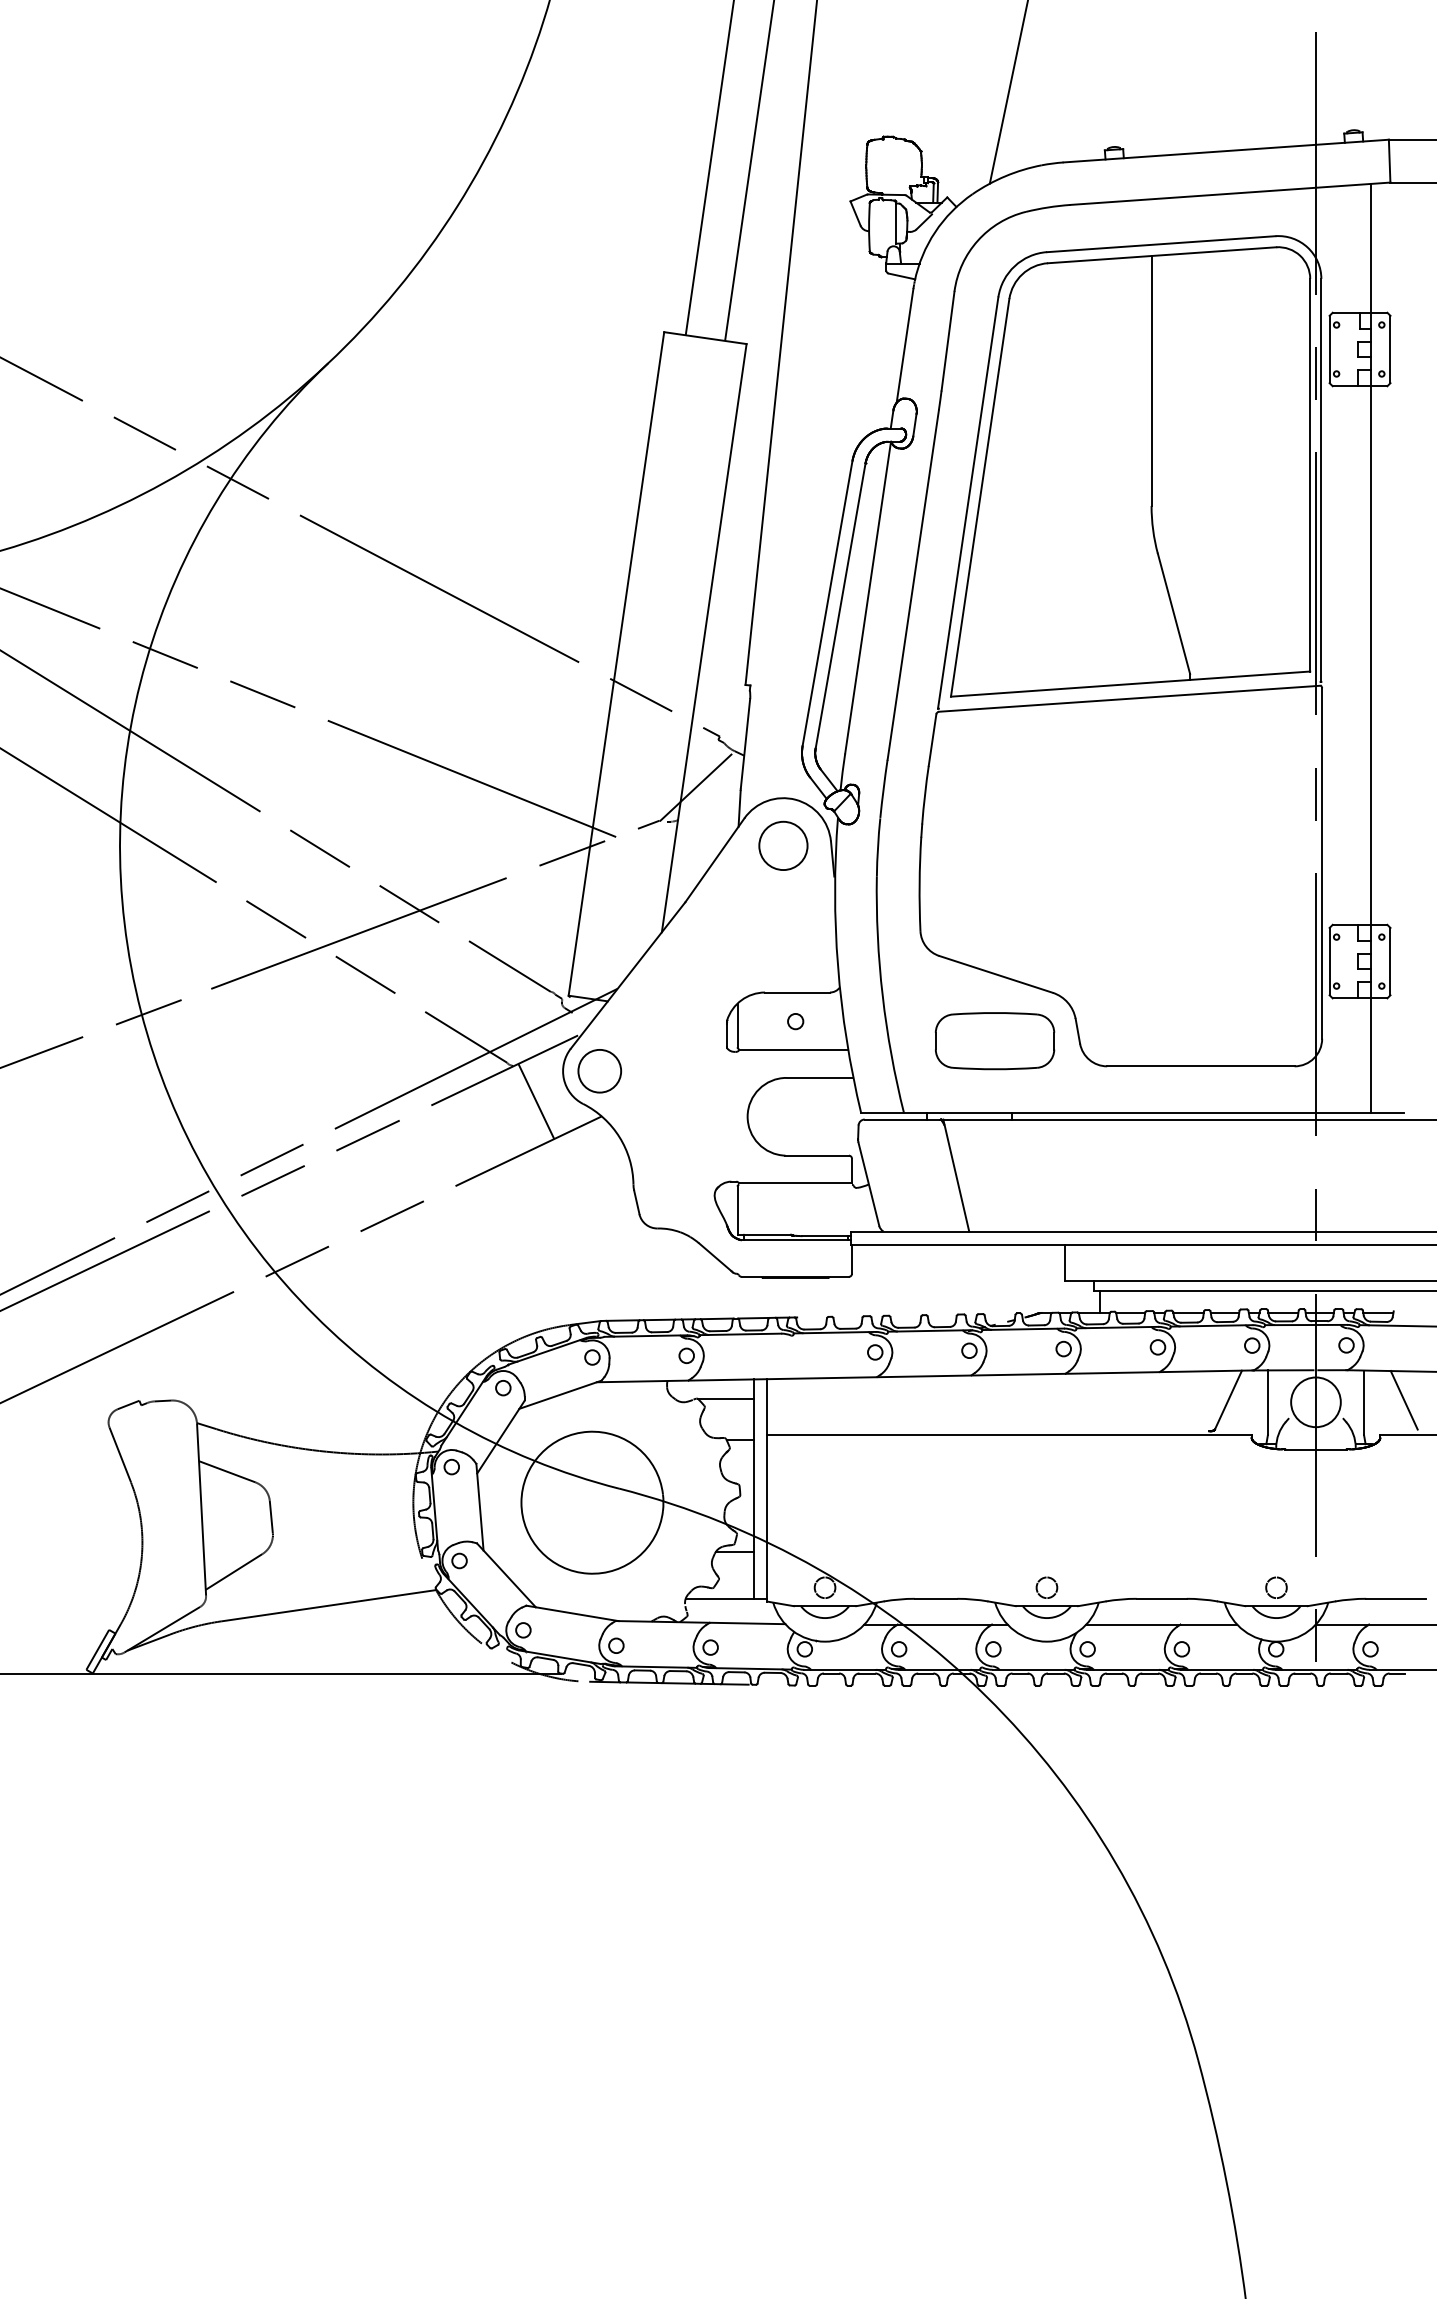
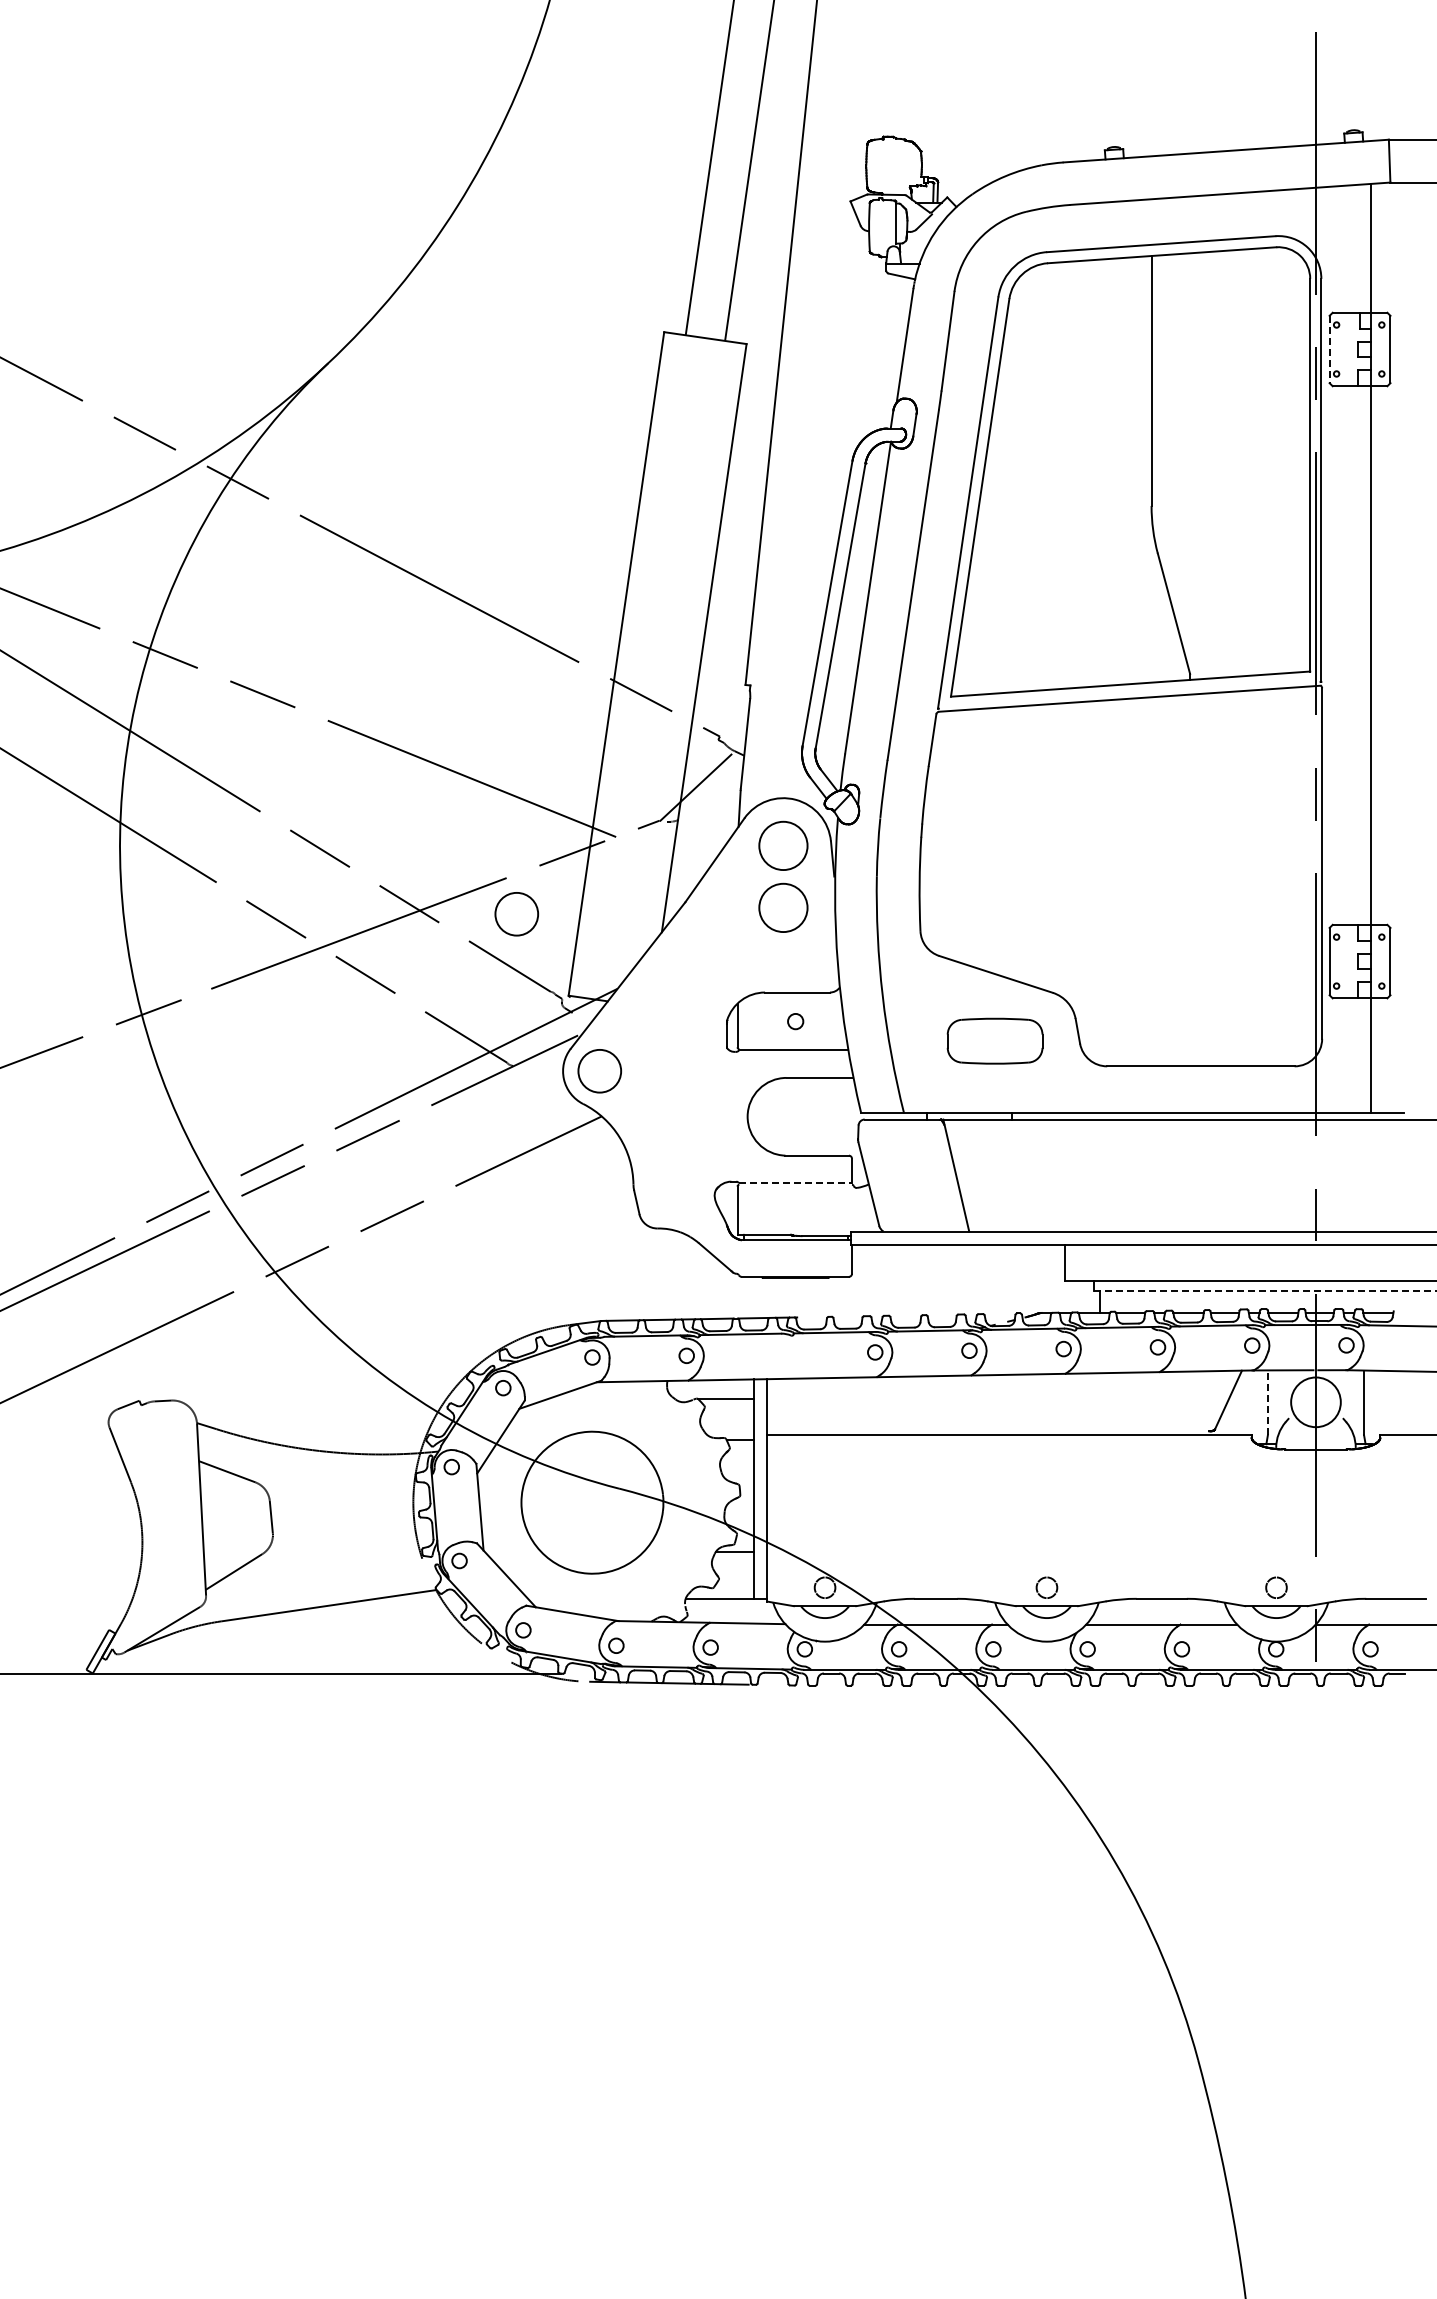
line at (1008, 92): present -> none
line at (1329, 349): solid -> dashed
circle at (783, 907): none -> present
circle at (516, 914): none -> present
part at (995, 1041) size: 121x59 px -> 98x48 px
line at (536, 1101): present -> none
line at (796, 1183): solid -> dashed
line at (1265, 1290): solid -> dashed
line at (1403, 1400): present -> none
line at (1267, 1402): solid -> dashed
